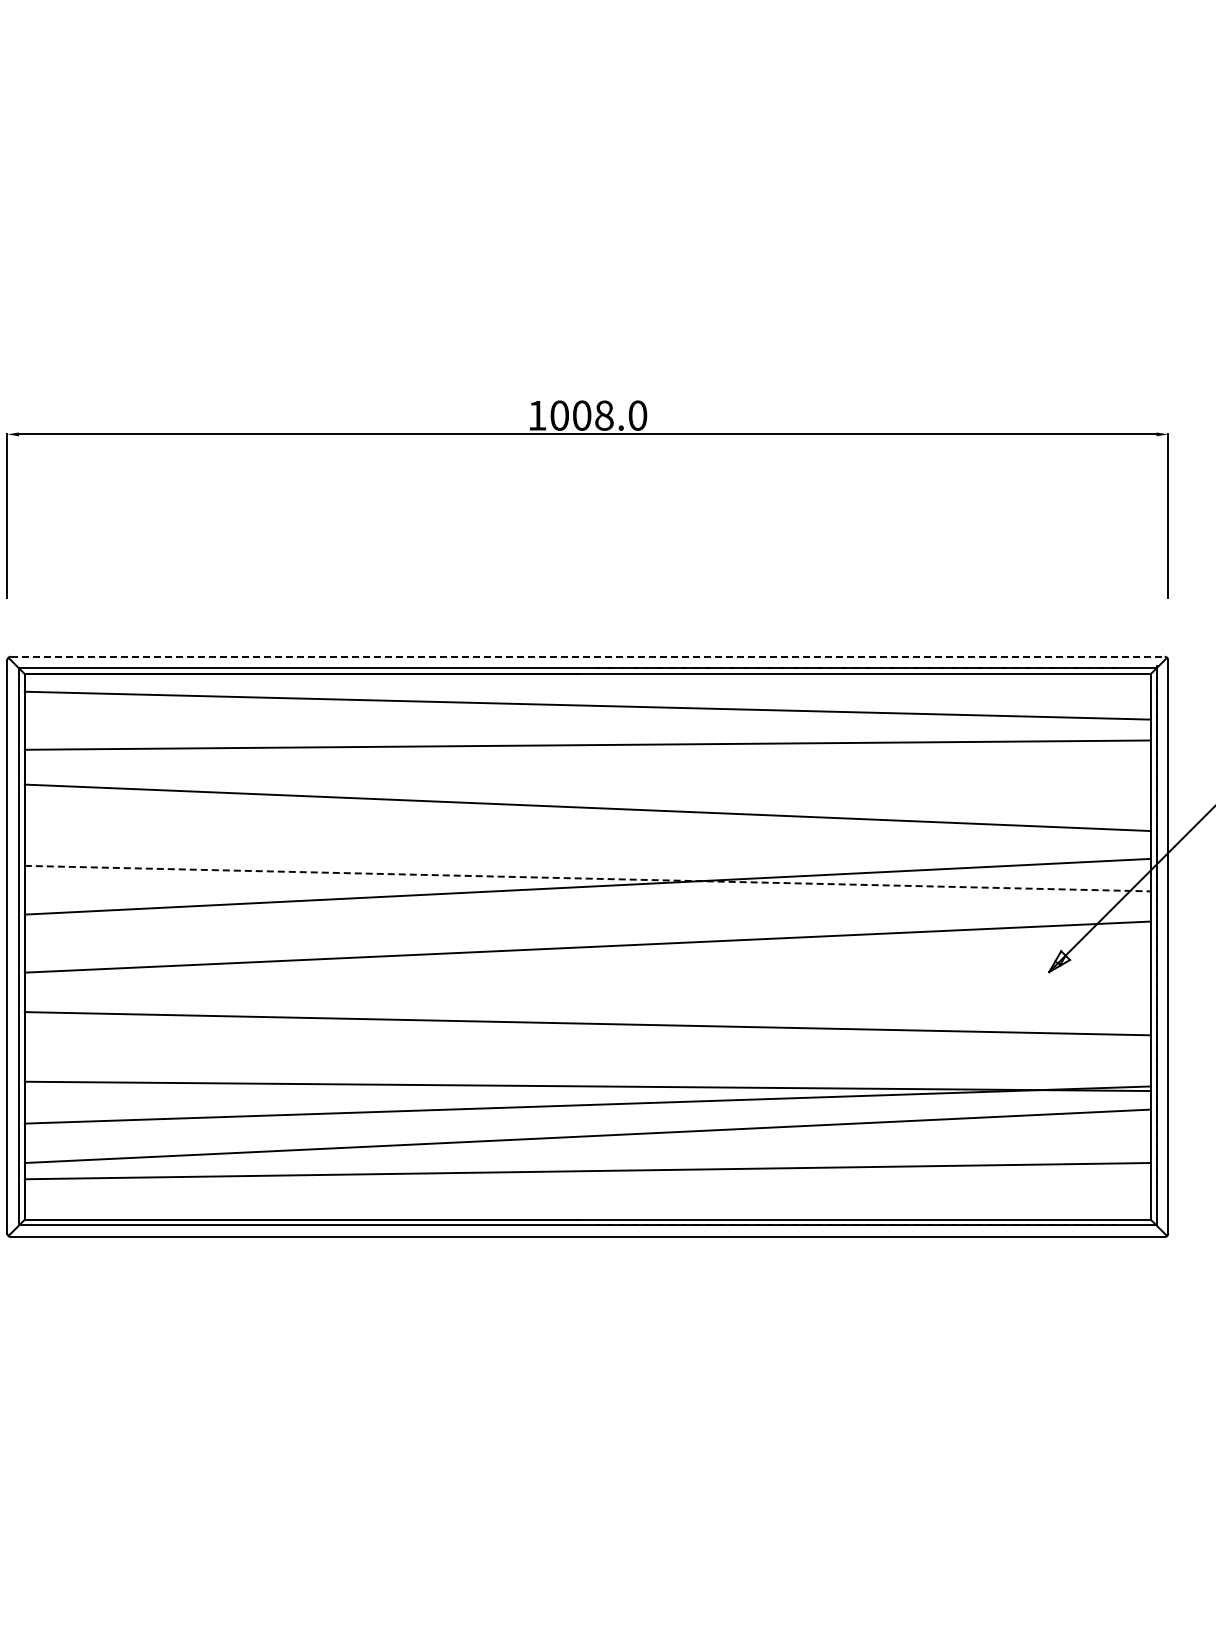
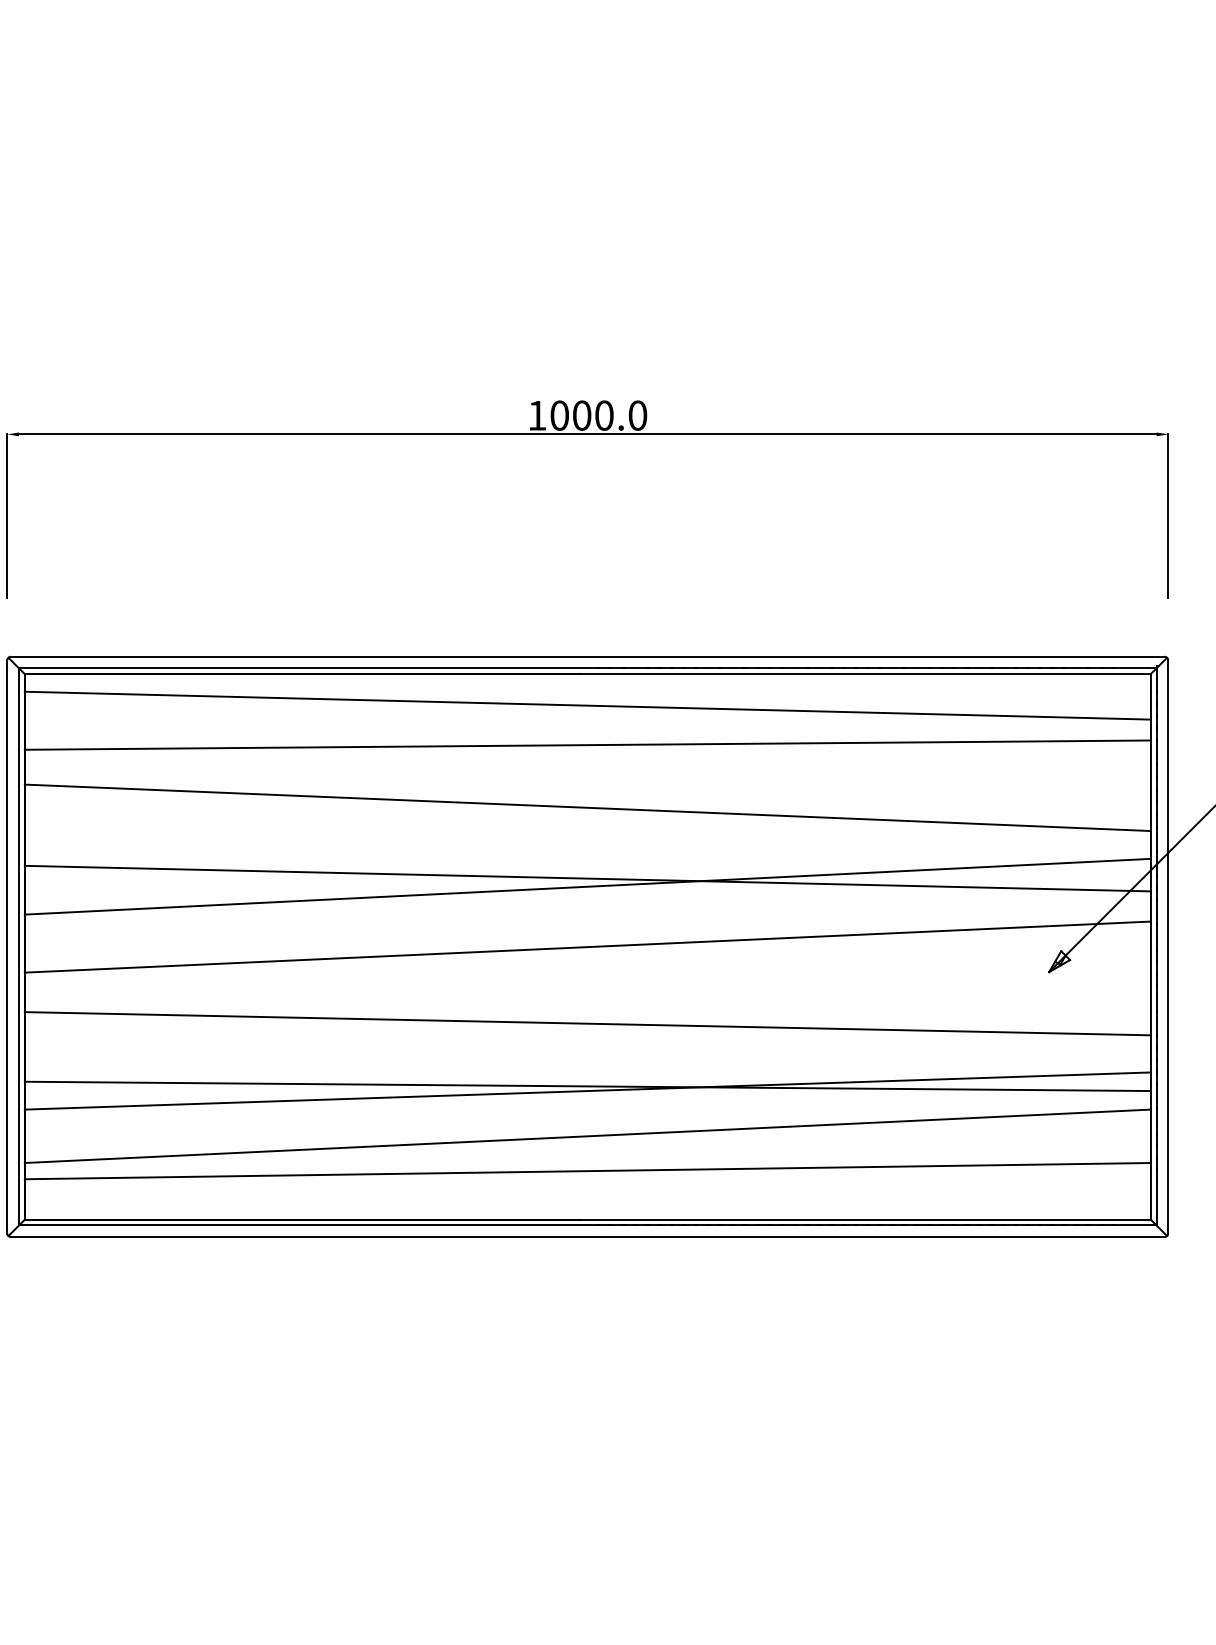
text at (604, 415): 1008.0 -> 1000.0
line at (587, 656): dashed -> solid
line at (588, 878): dashed -> solid
line at (587, 1104) position: (587, 1104) -> (587, 1090)
